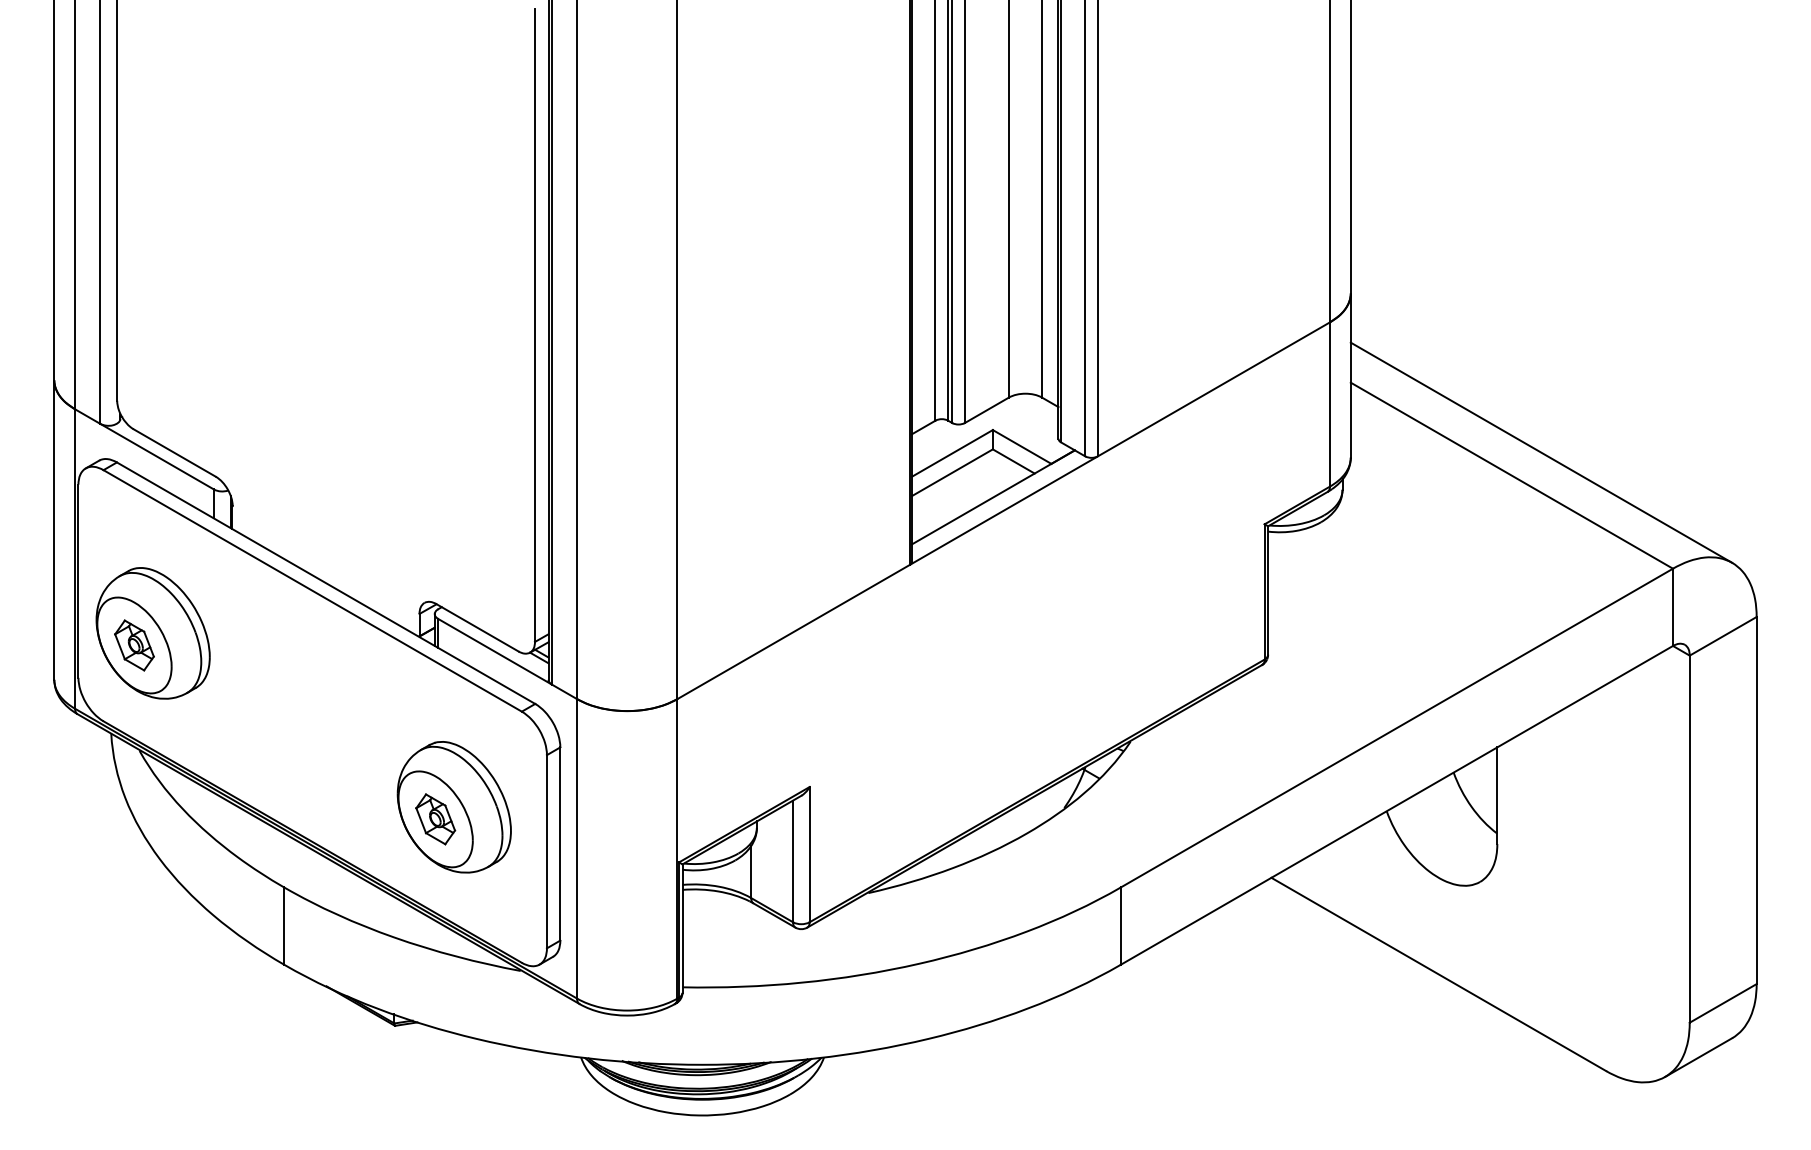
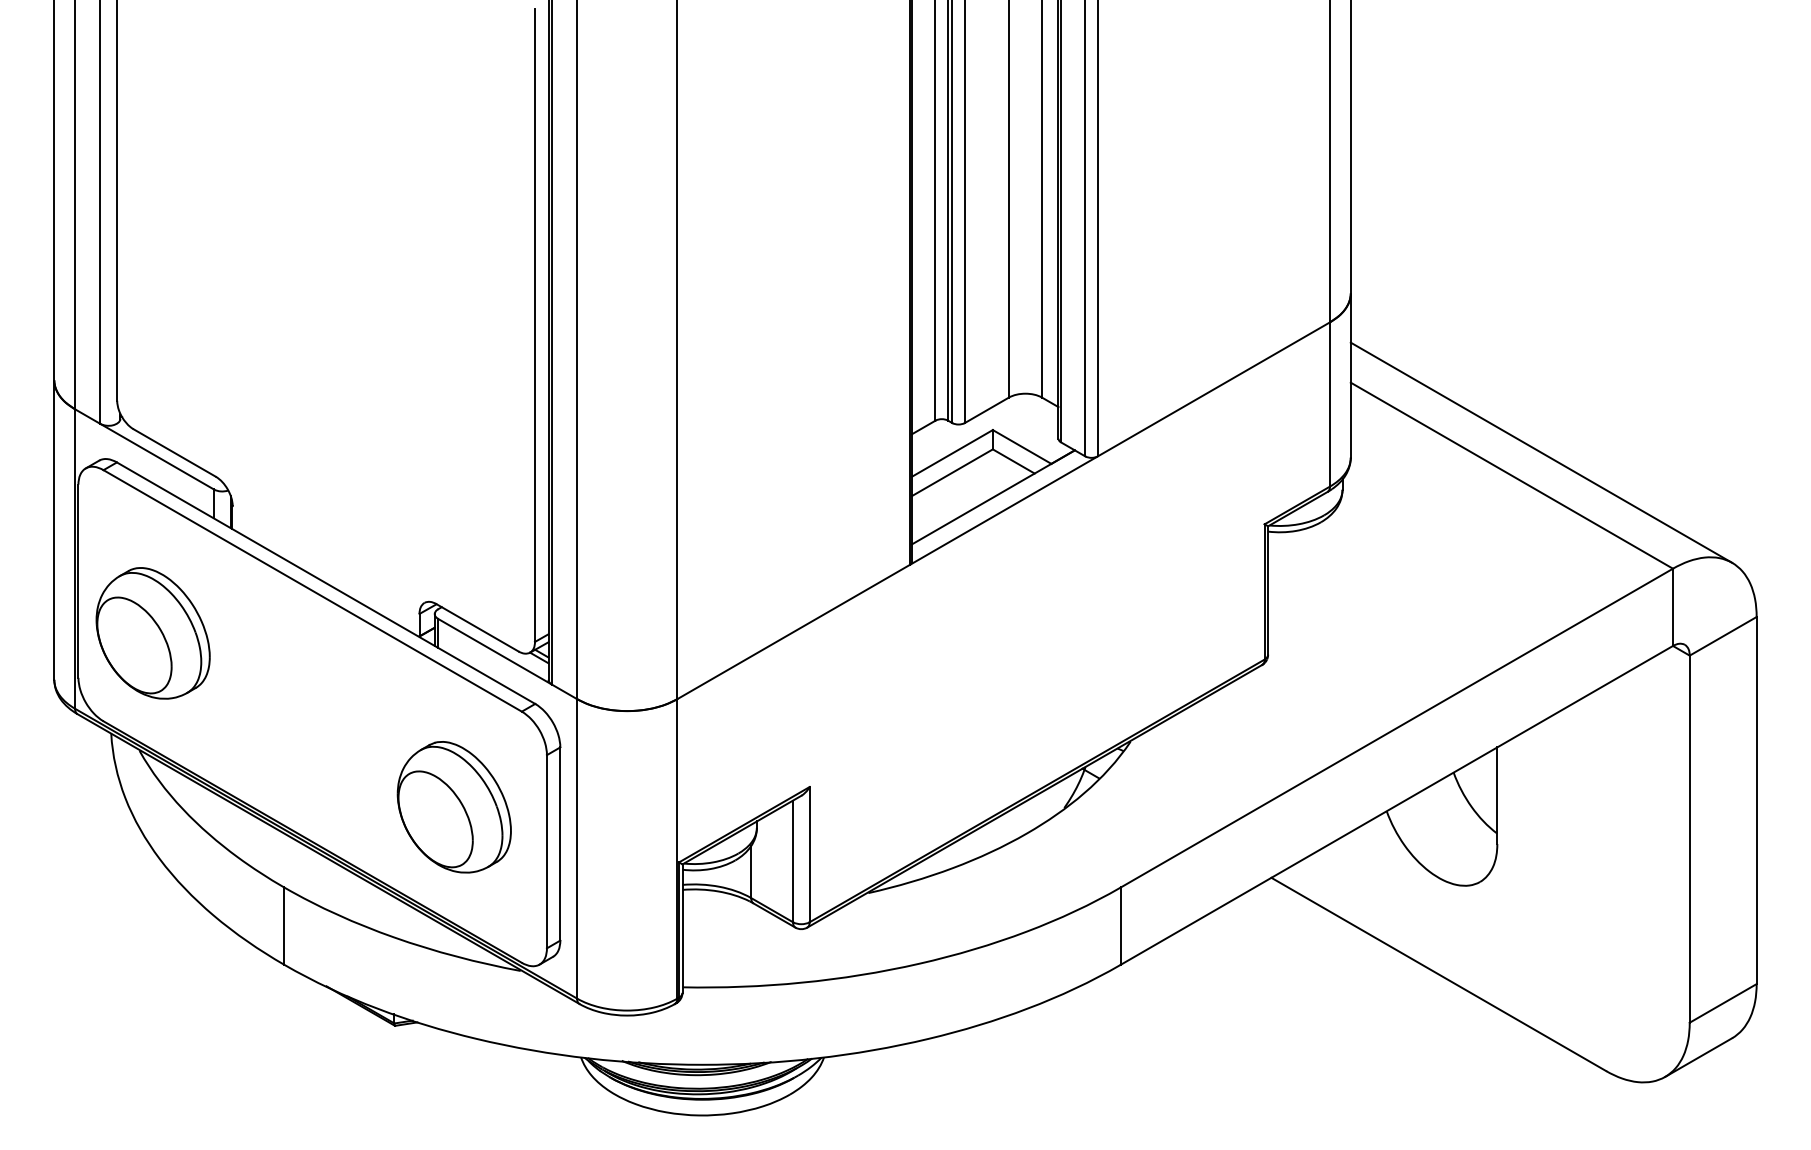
part at (134, 645): present -> none
part at (435, 819): present -> none
